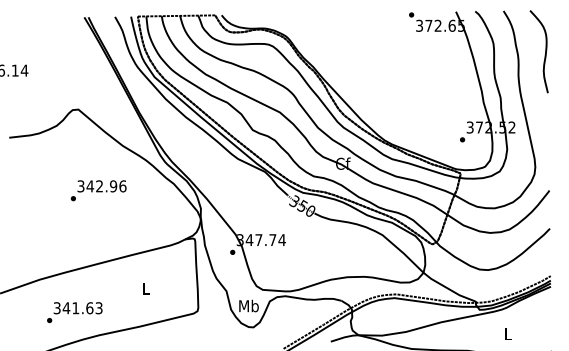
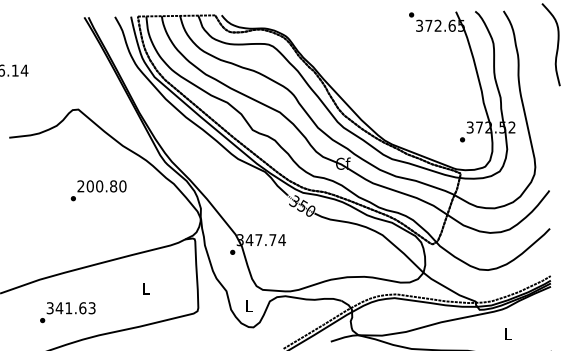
curve at (545, 51) position: (545, 51) -> (557, 44)
text at (101, 186): 342.96 -> 200.80
text at (248, 305): Mb -> L
text at (74, 312) position: (74, 312) -> (67, 312)
